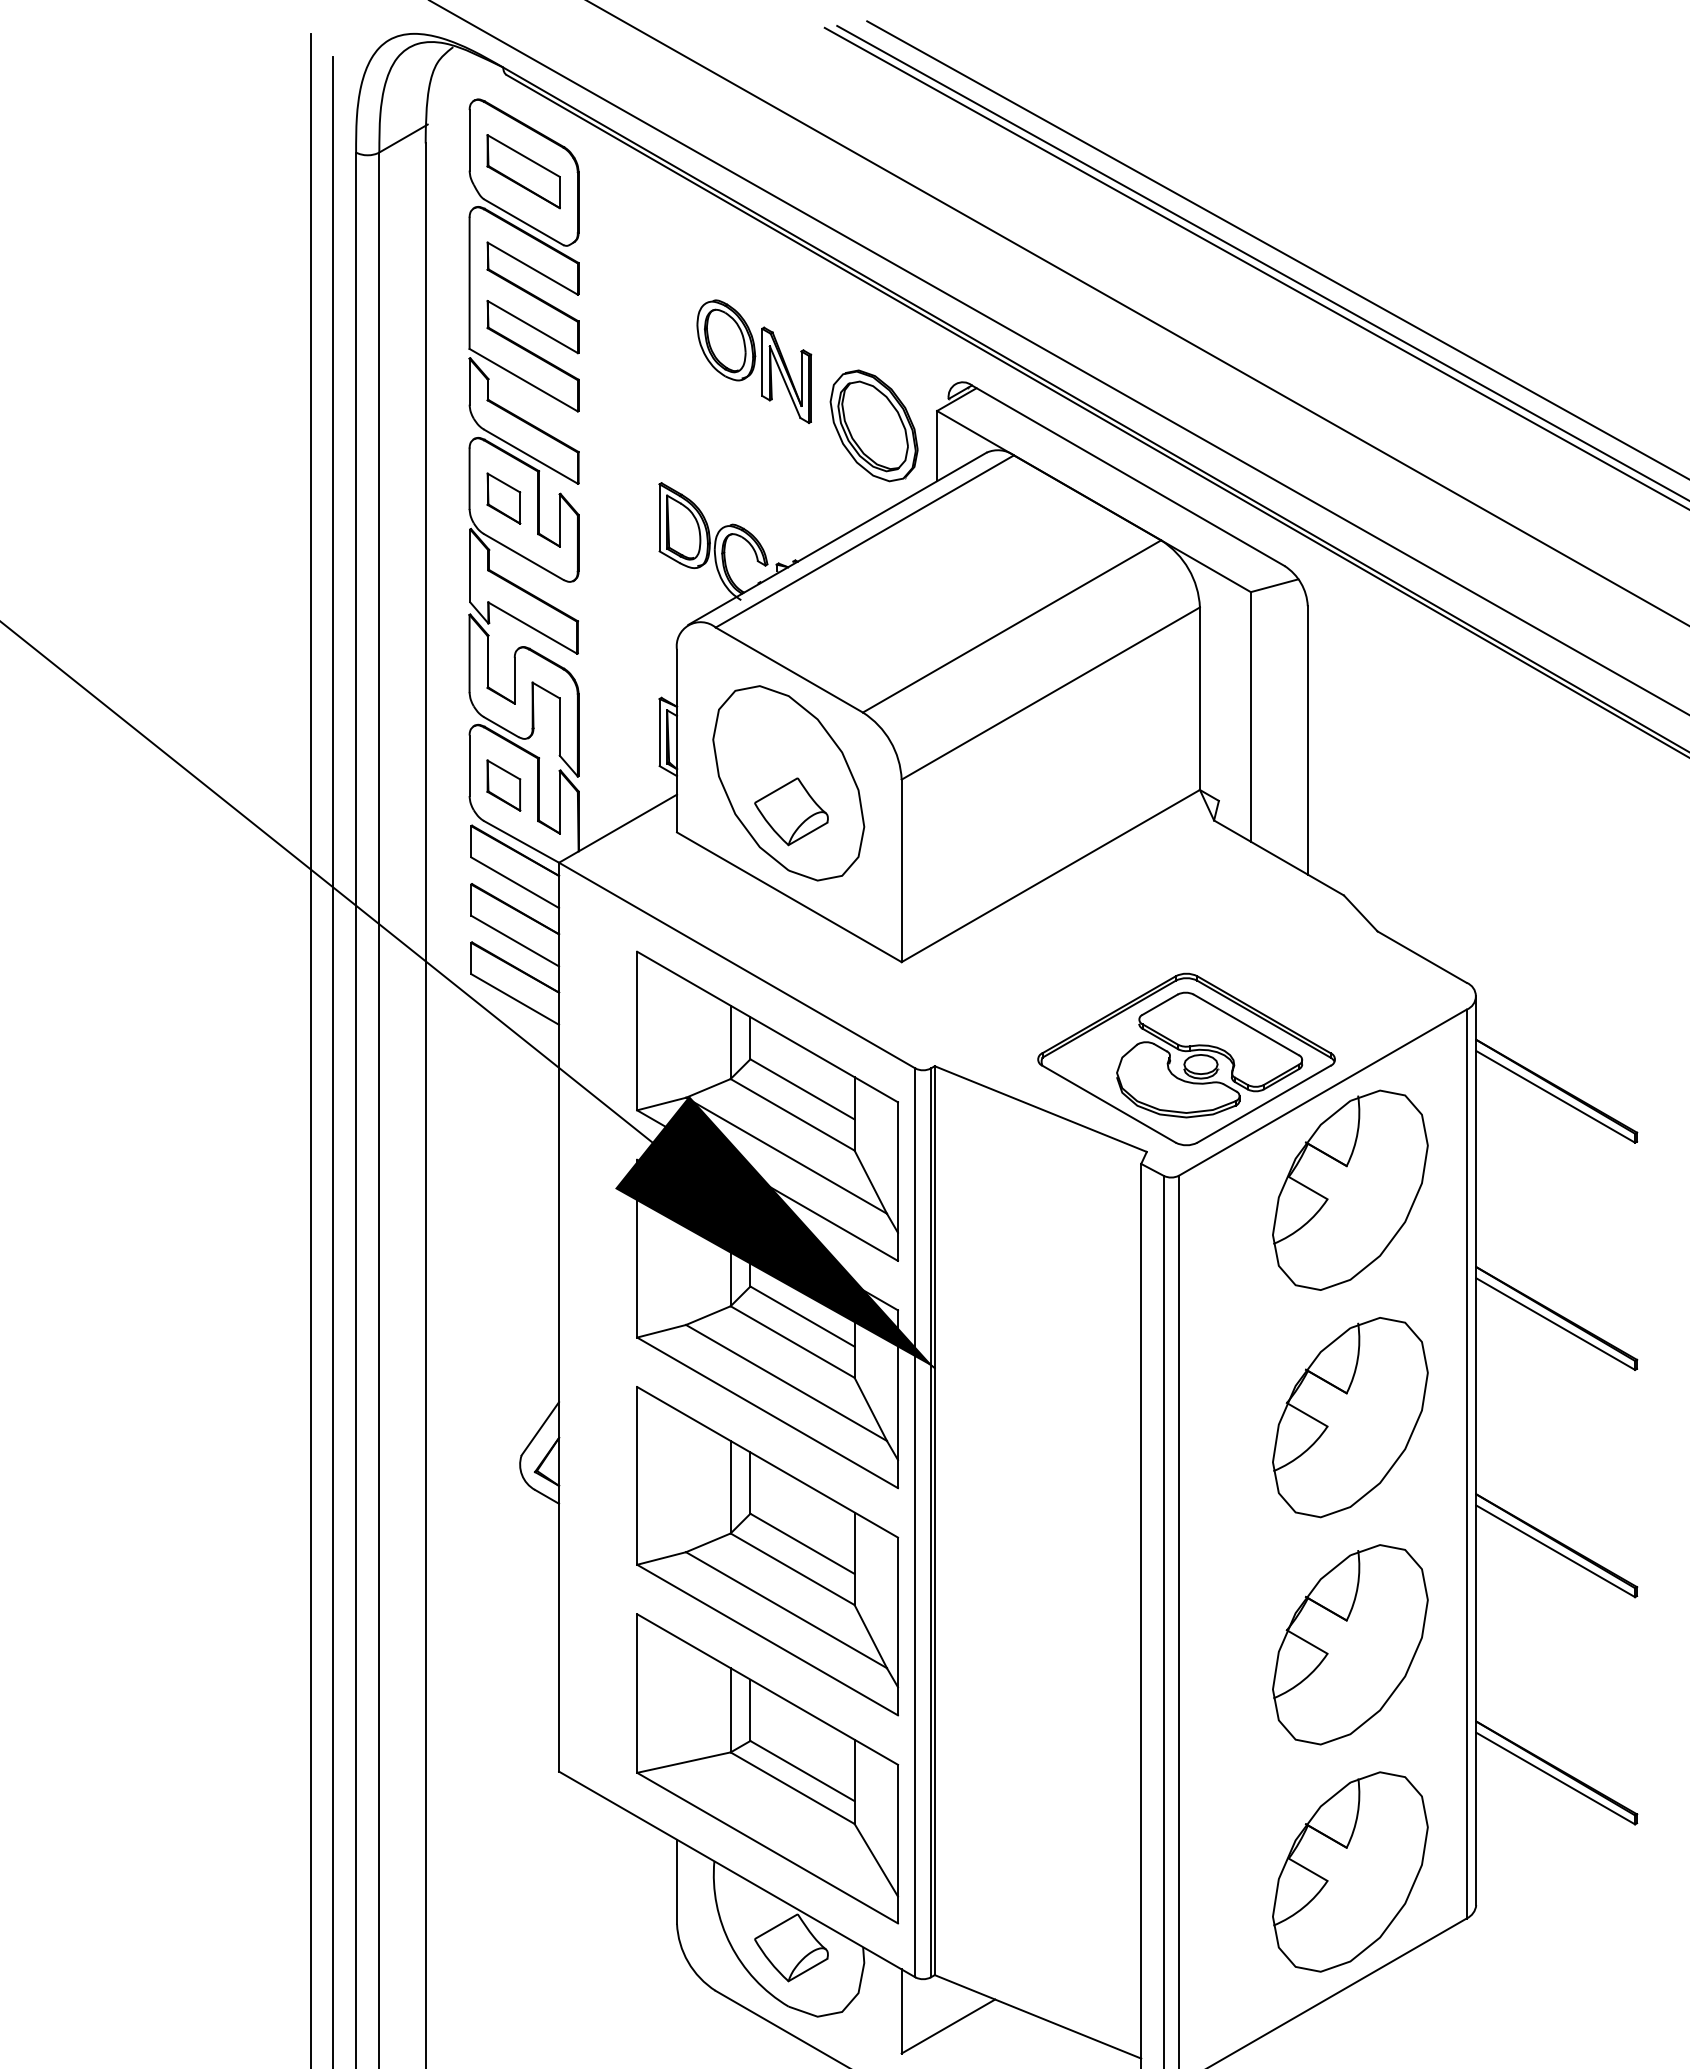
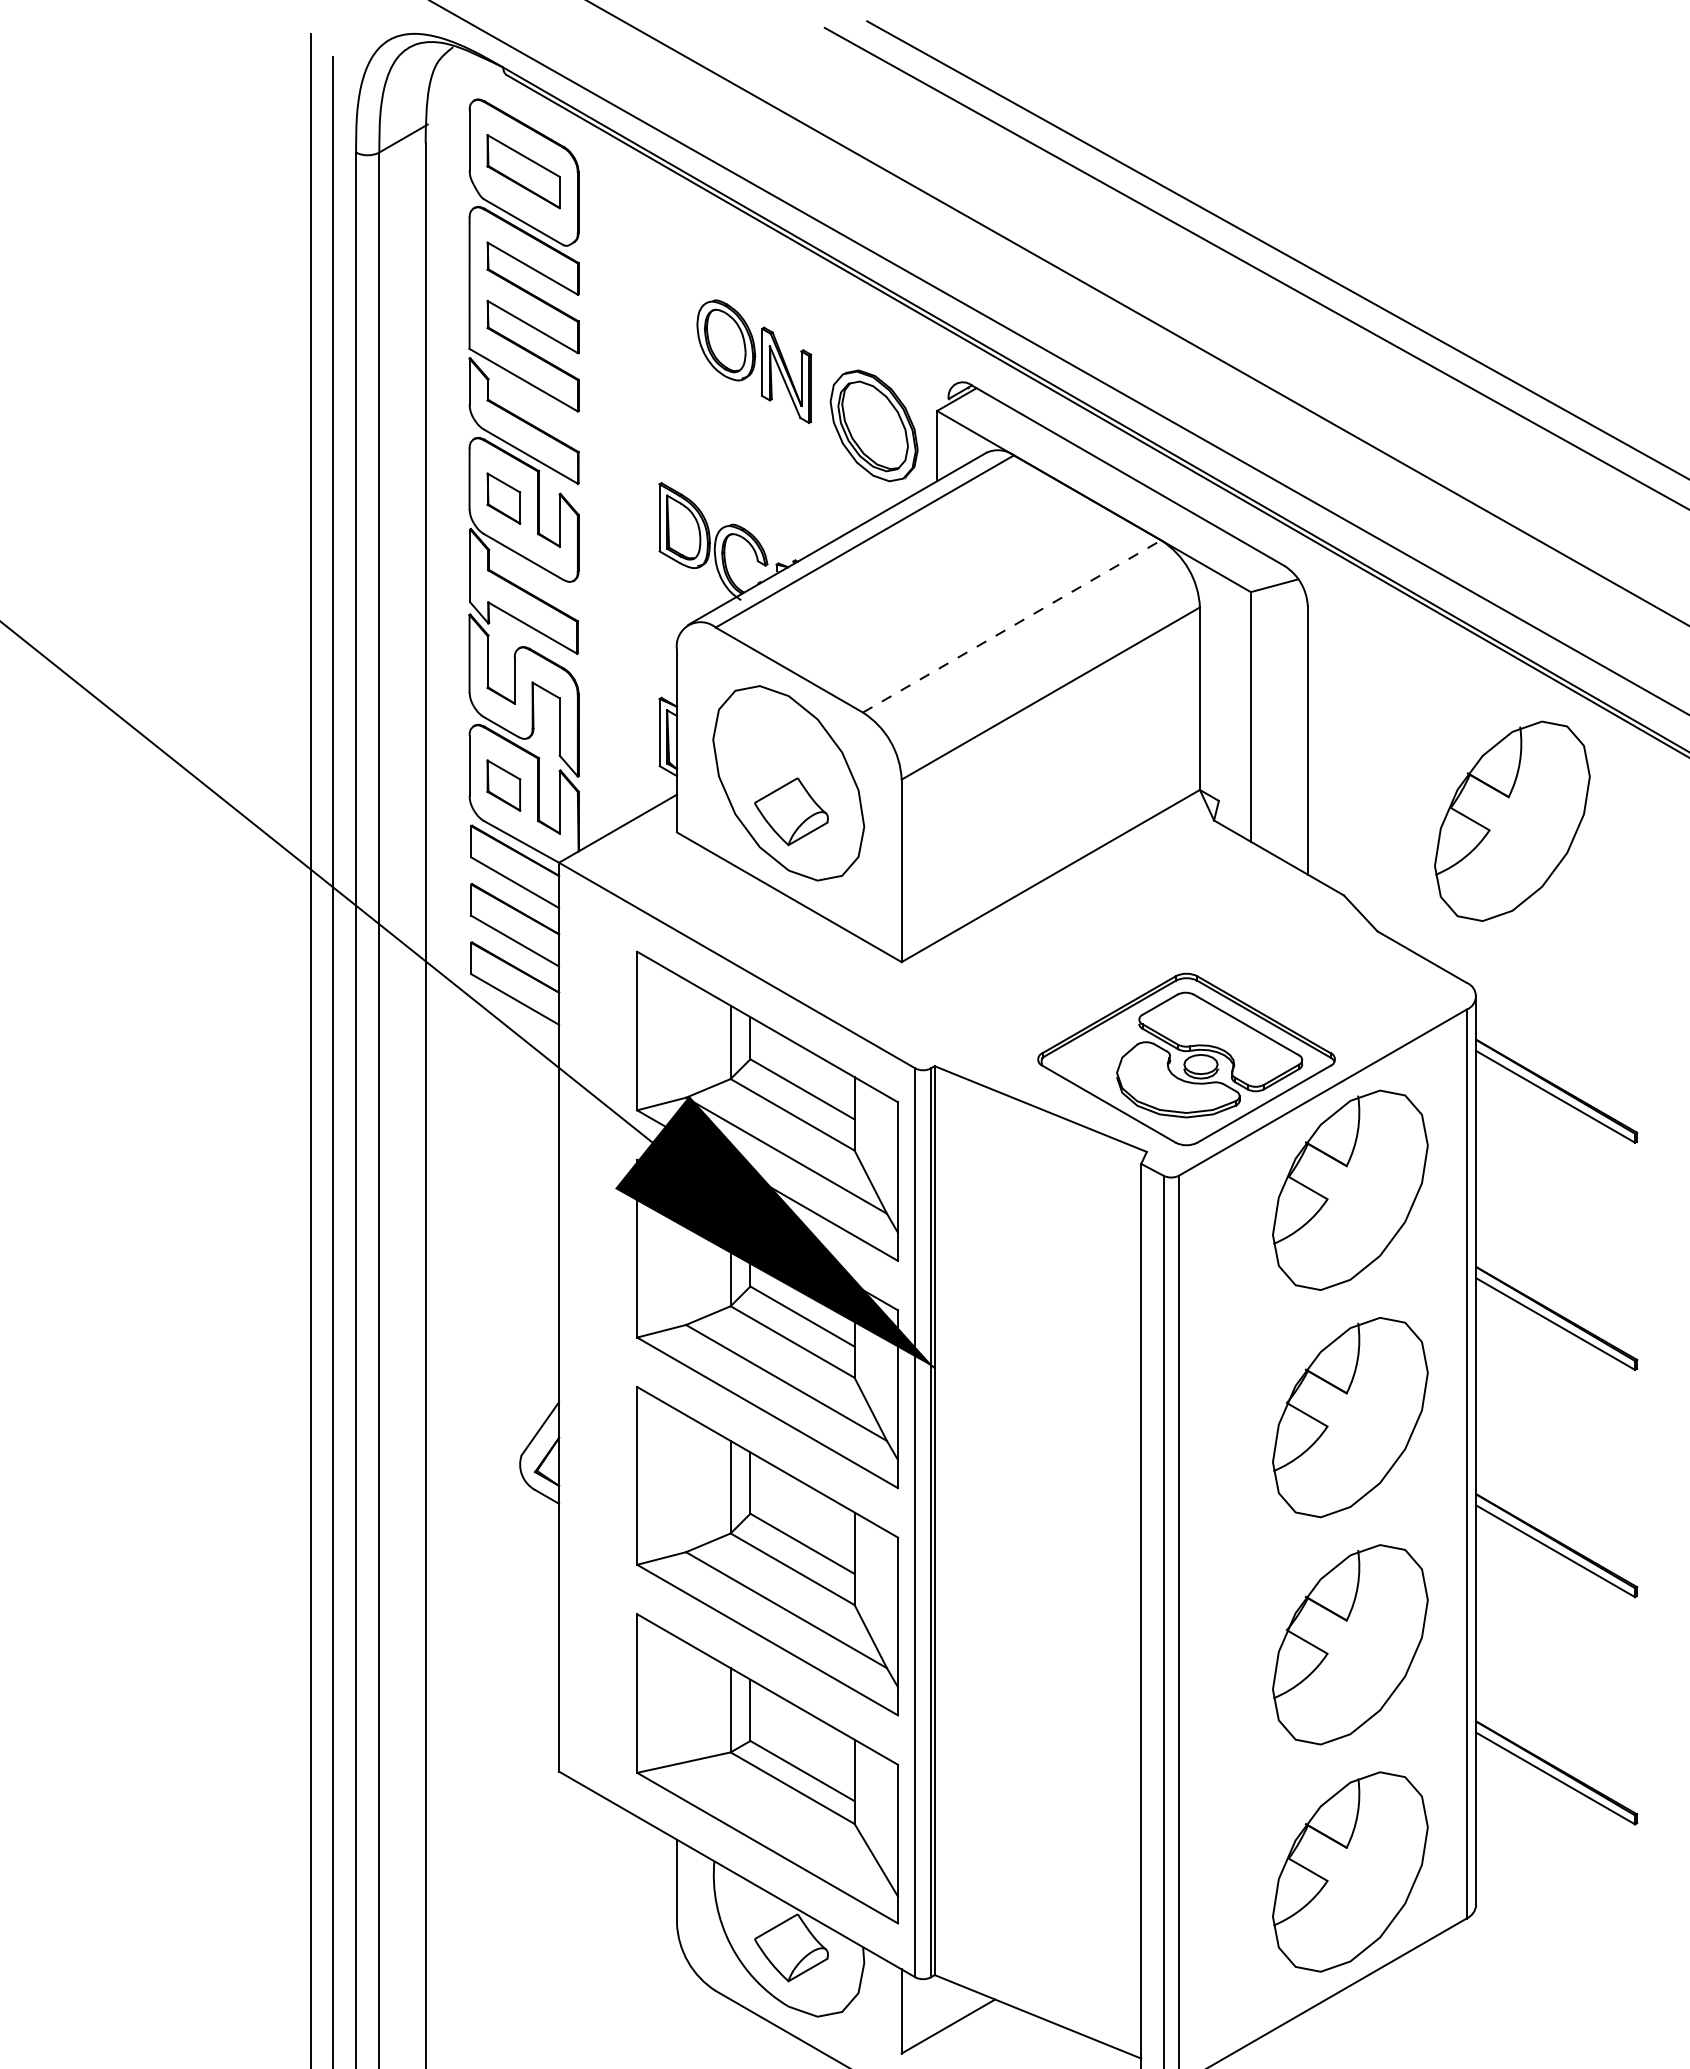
line at (1261, 262): present -> none
line at (1012, 626): solid -> dashed
part at (1512, 820): none -> present
